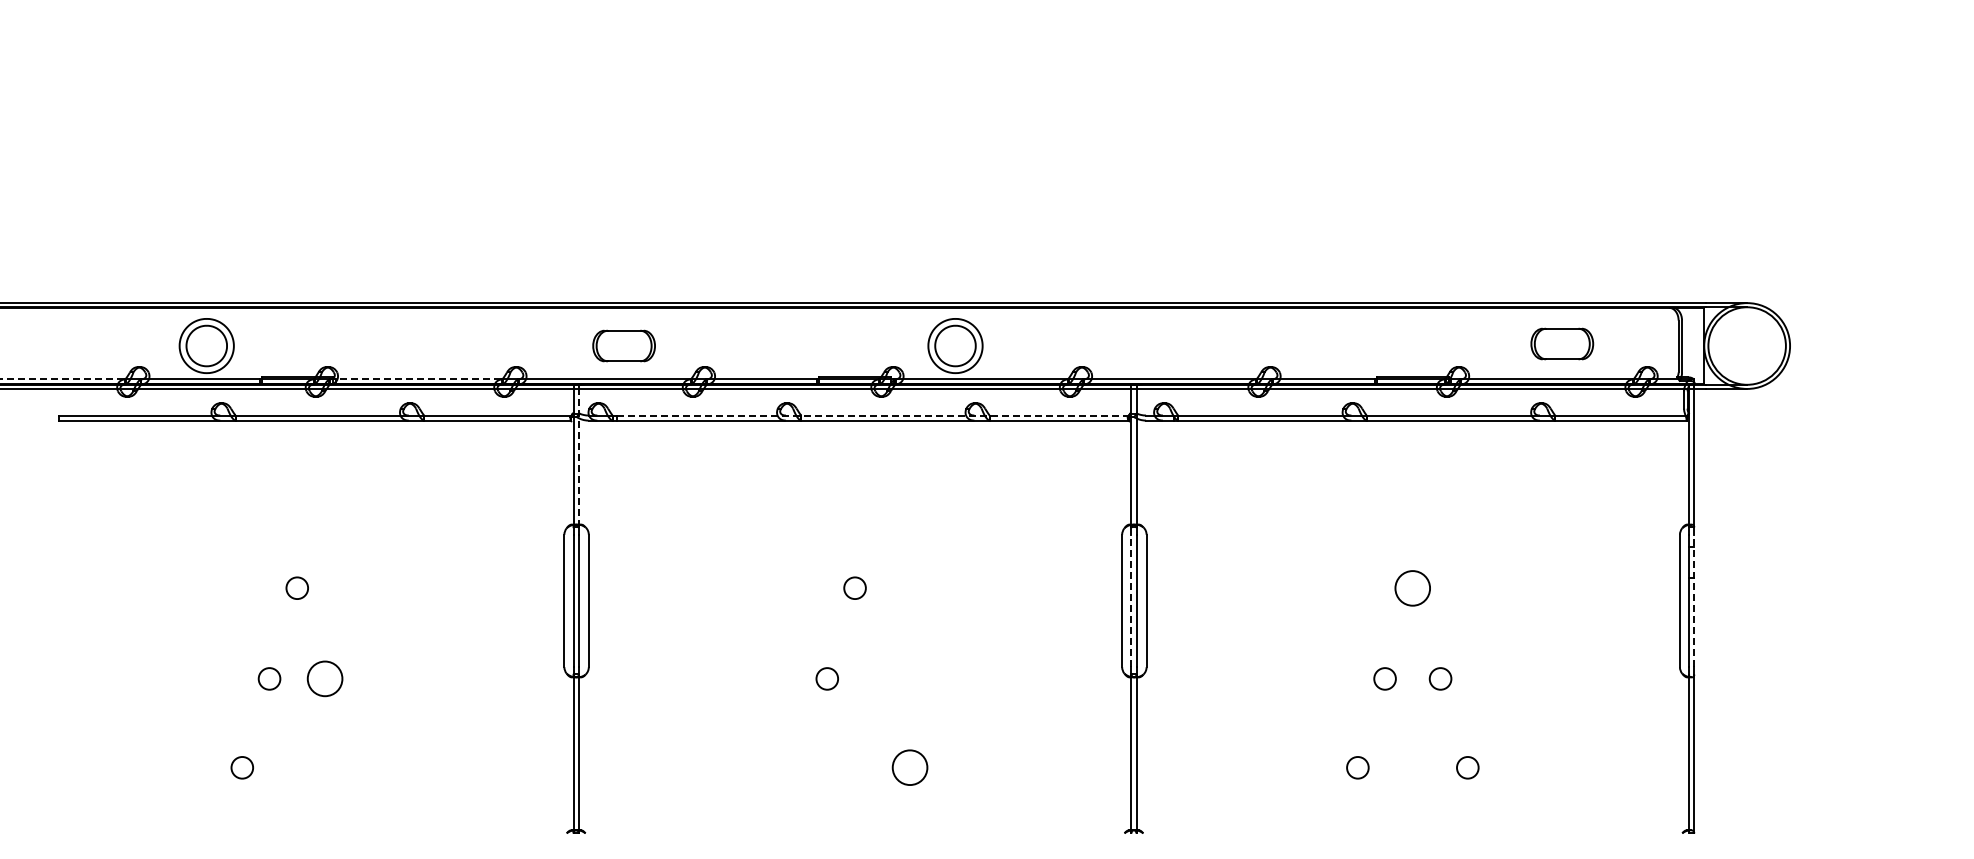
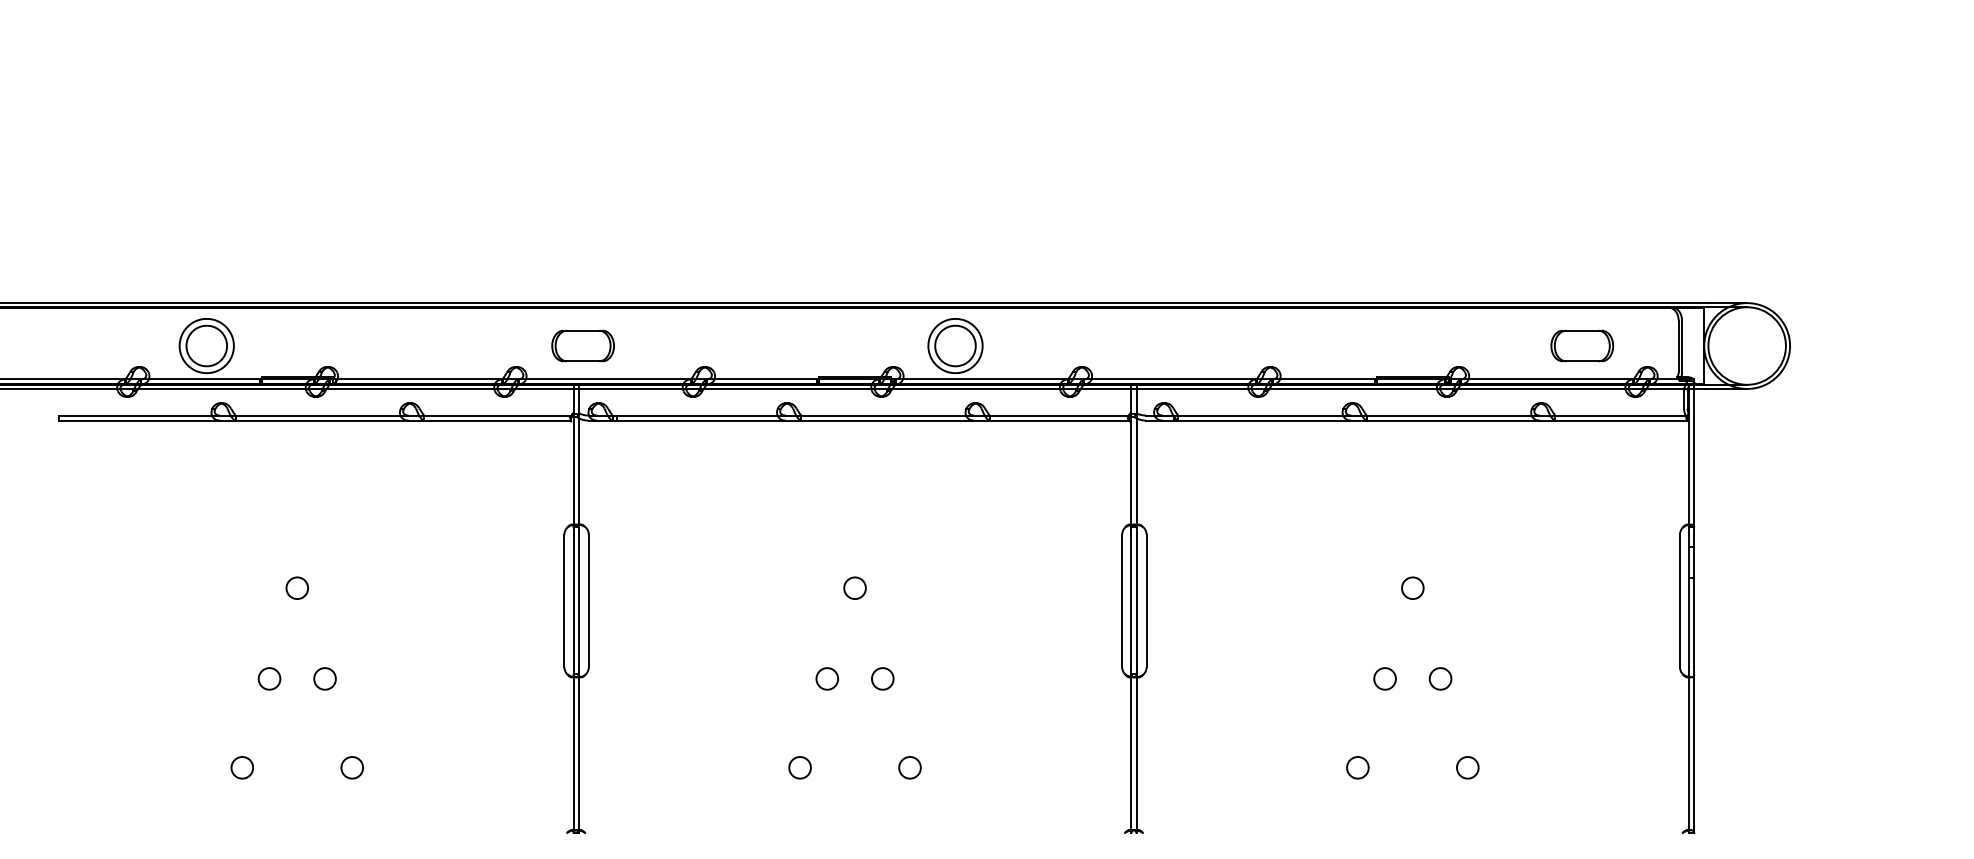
part at (1562, 343) position: (1562, 343) -> (1582, 345)
part at (623, 345) position: (623, 345) -> (582, 345)
line at (63, 379): dashed -> solid
line at (415, 379): dashed -> solid
line at (872, 415): dashed -> solid
line at (578, 457): dashed -> solid
circle at (1412, 588) size: 37x37 px -> 24x24 px
line at (1131, 600): dashed -> solid
line at (1694, 600): dashed -> solid
circle at (324, 678) size: 38x38 px -> 24x24 px
circle at (882, 678): none -> present
circle at (351, 767): none -> present
circle at (799, 767): none -> present
circle at (909, 767) size: 38x37 px -> 24x24 px
